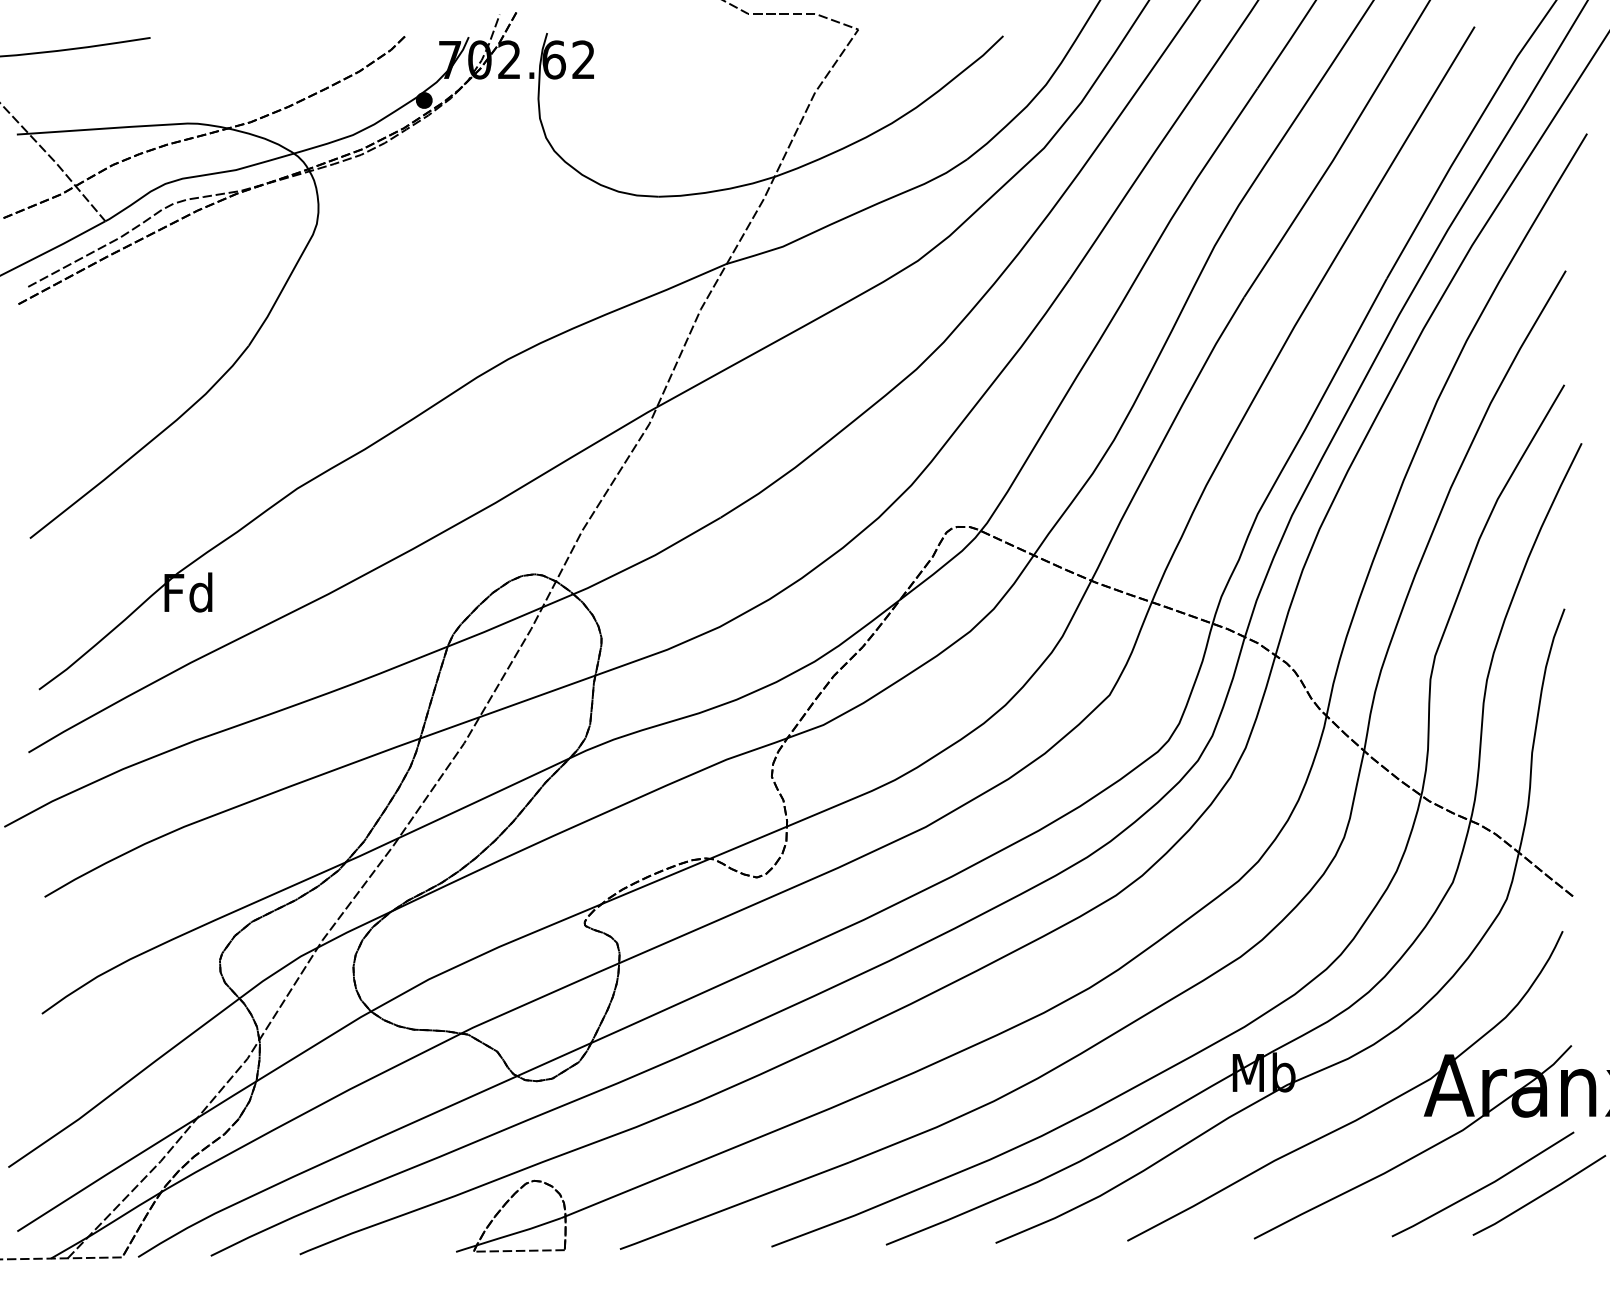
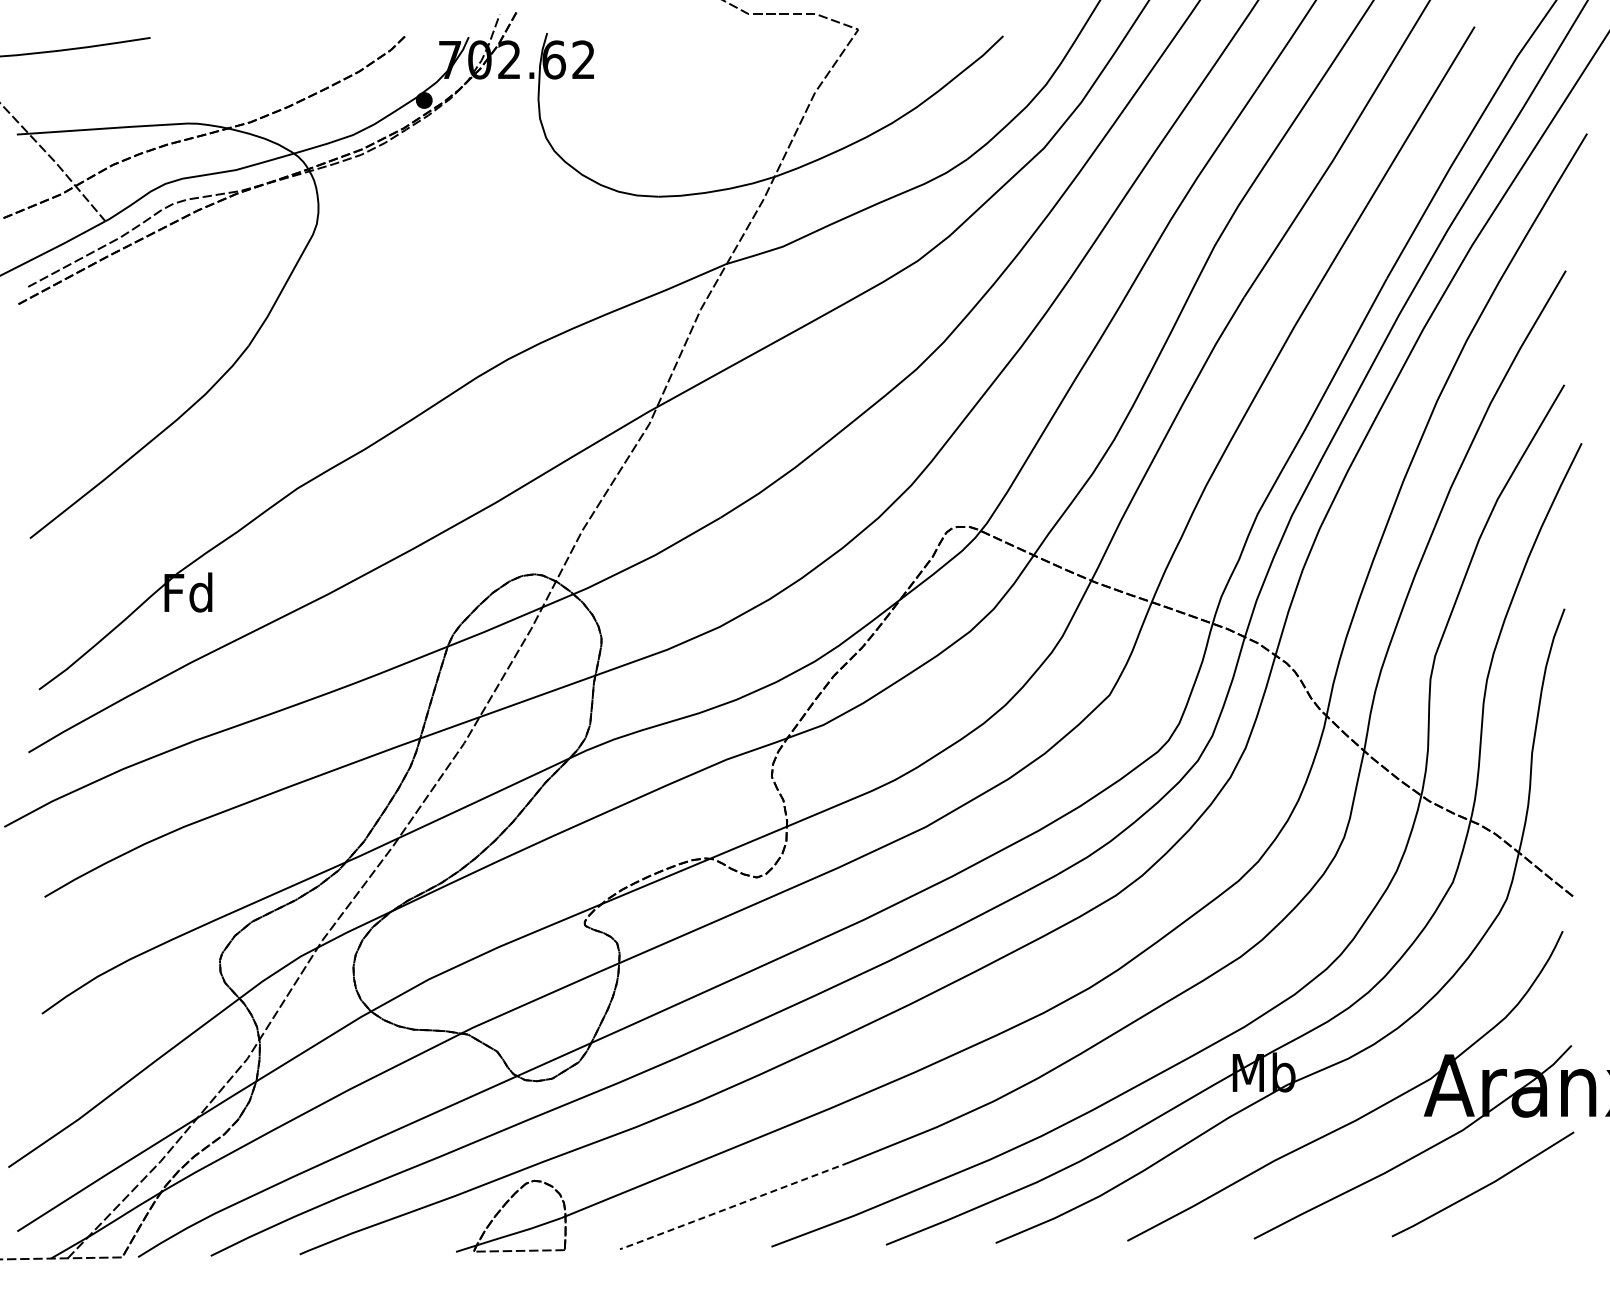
line at (1539, 1195): present -> none
line at (734, 1205): solid -> dashed
